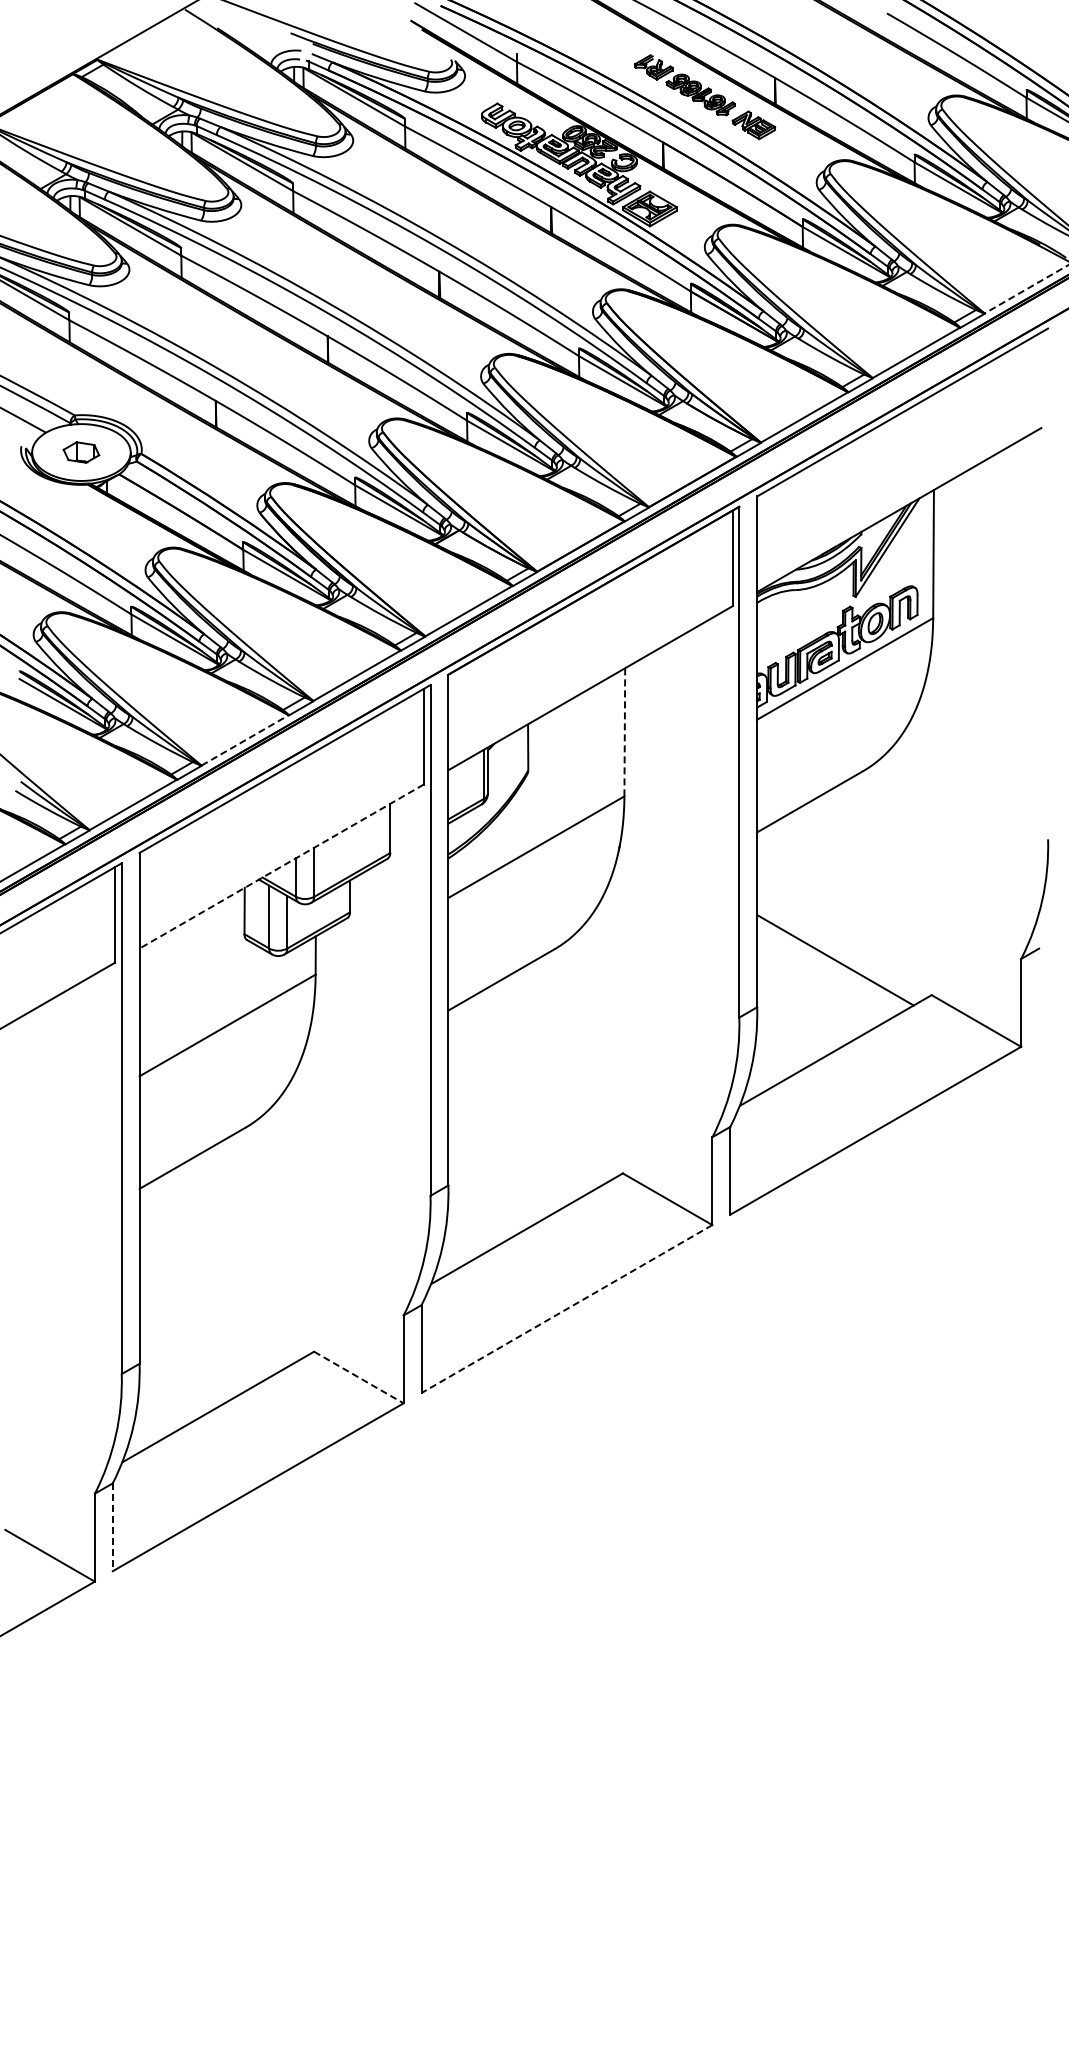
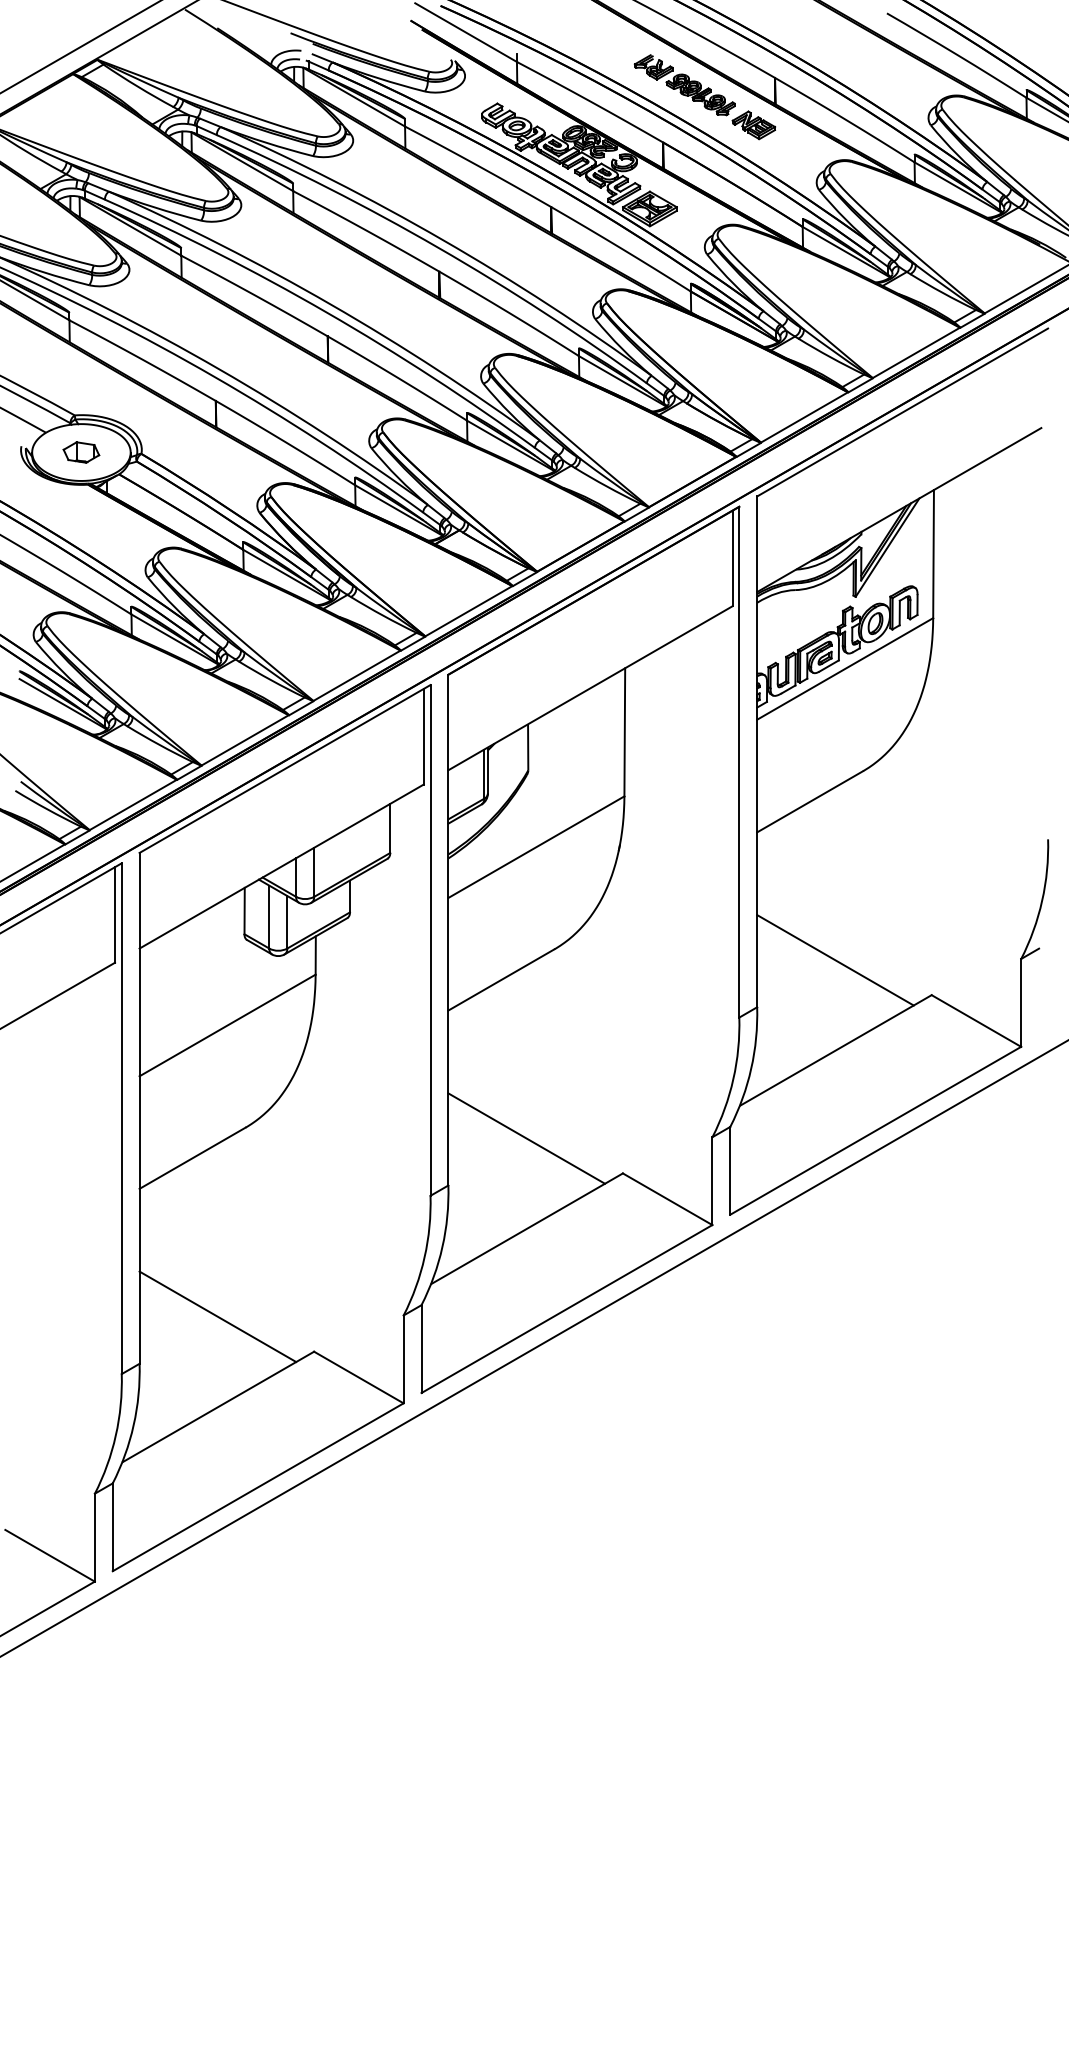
line at (80, 47): none -> present
line at (1026, 289): dashed -> solid
line at (624, 731): dashed -> solid
line at (245, 740): dashed -> solid
line at (281, 866): dashed -> solid
line at (526, 1138): none -> present
line at (566, 1309): dashed -> solid
line at (217, 1316): none -> present
line at (533, 1348): none -> present
line at (358, 1377): dashed -> solid
line at (112, 1527): dashed -> solid
